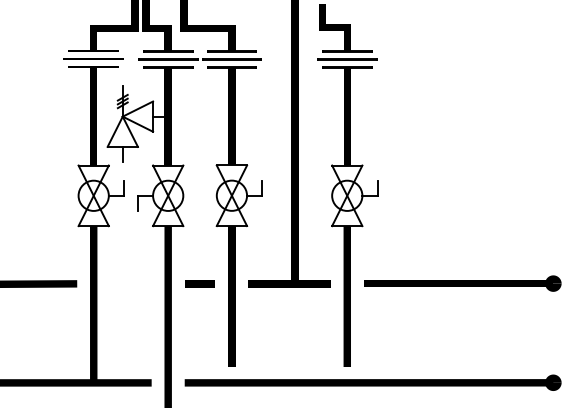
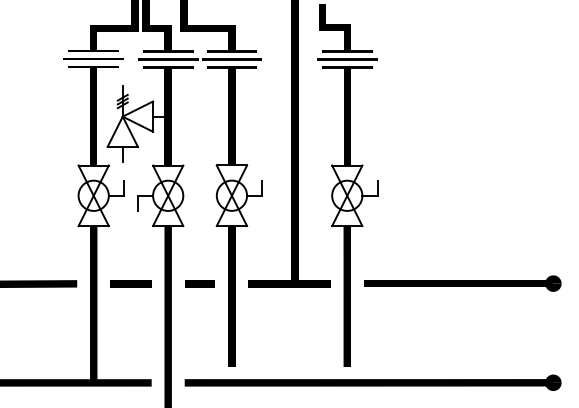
line at (130, 283): none -> present
